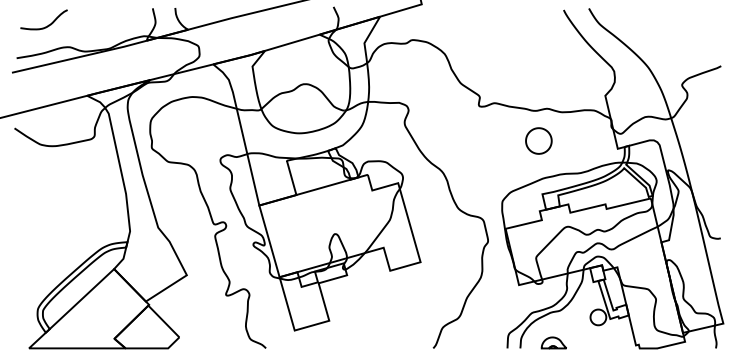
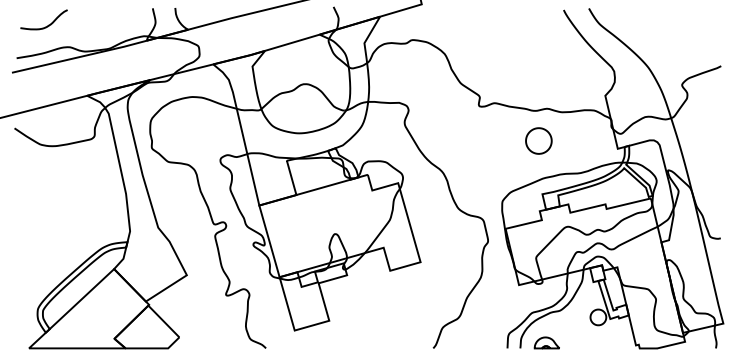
part at (553, 342) position: (553, 342) -> (546, 342)
